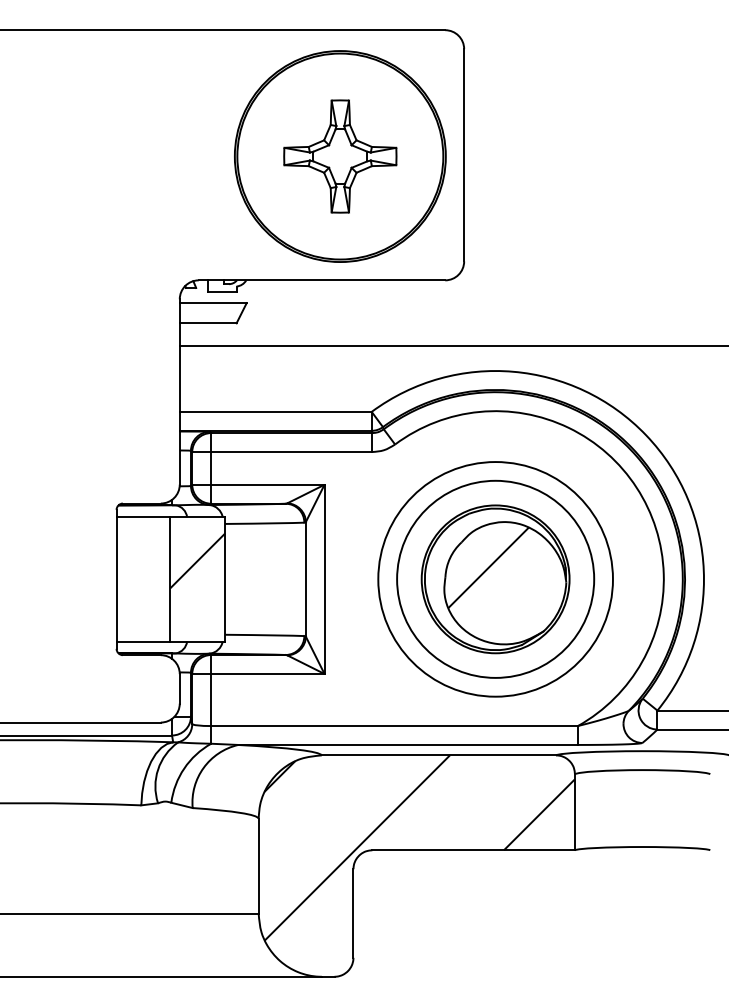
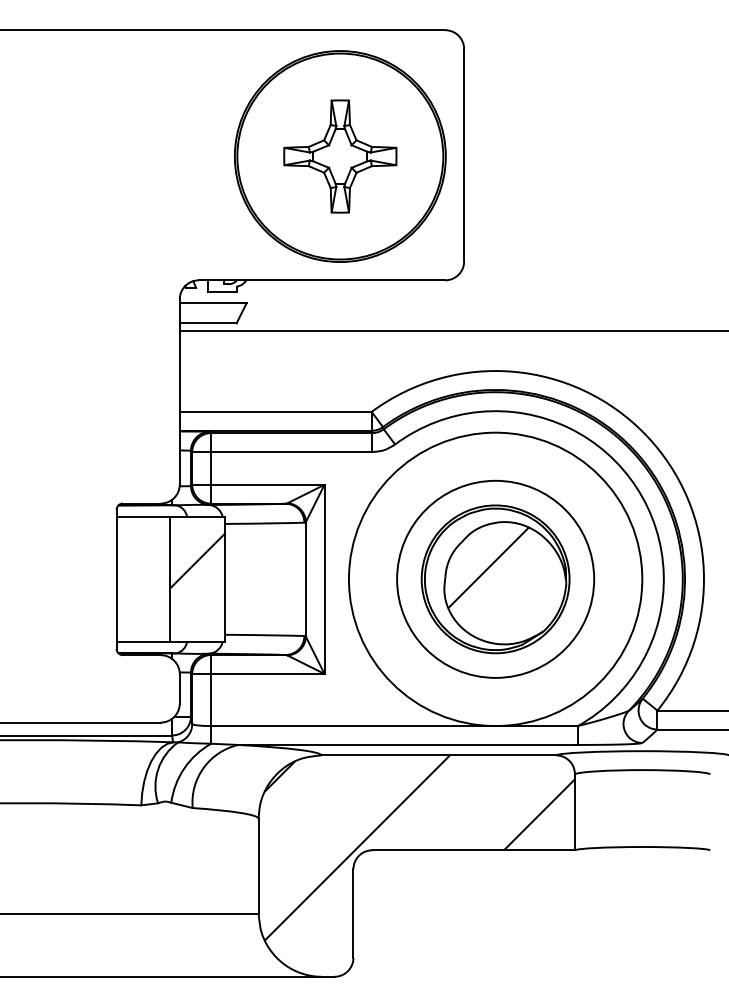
line at (452, 346) position: (452, 346) -> (452, 331)
circle at (495, 579) diameter: 235 px -> 293 px
